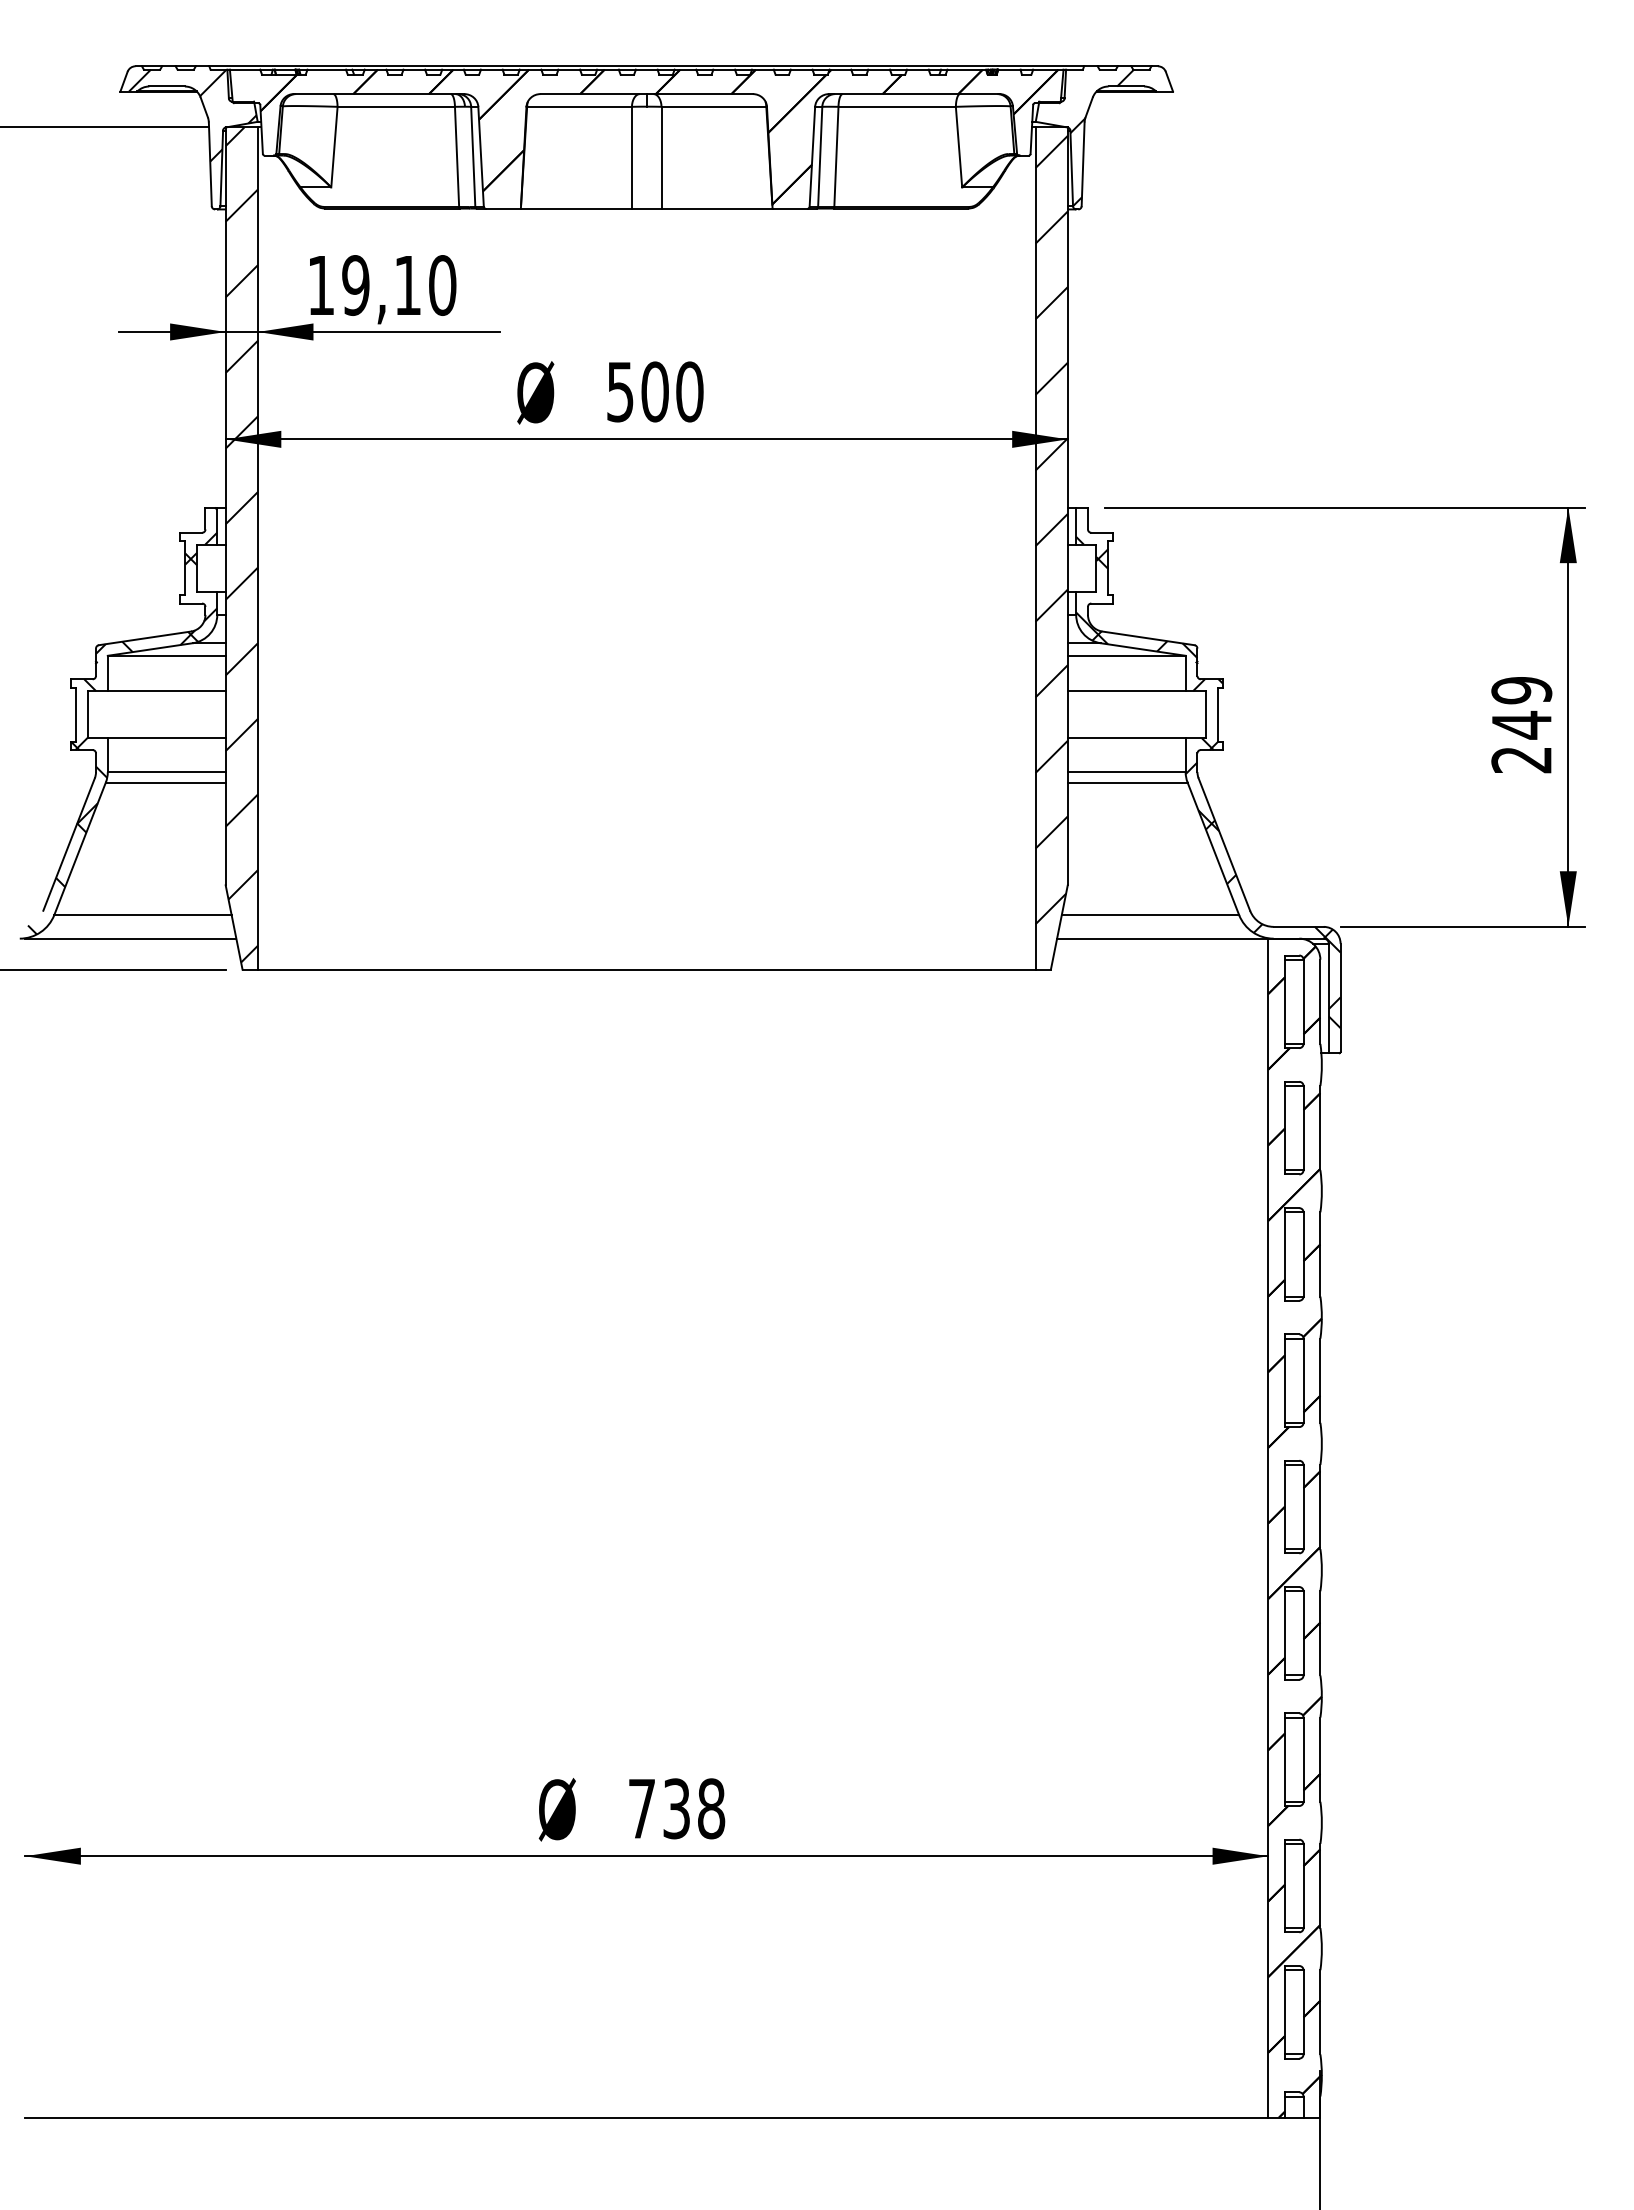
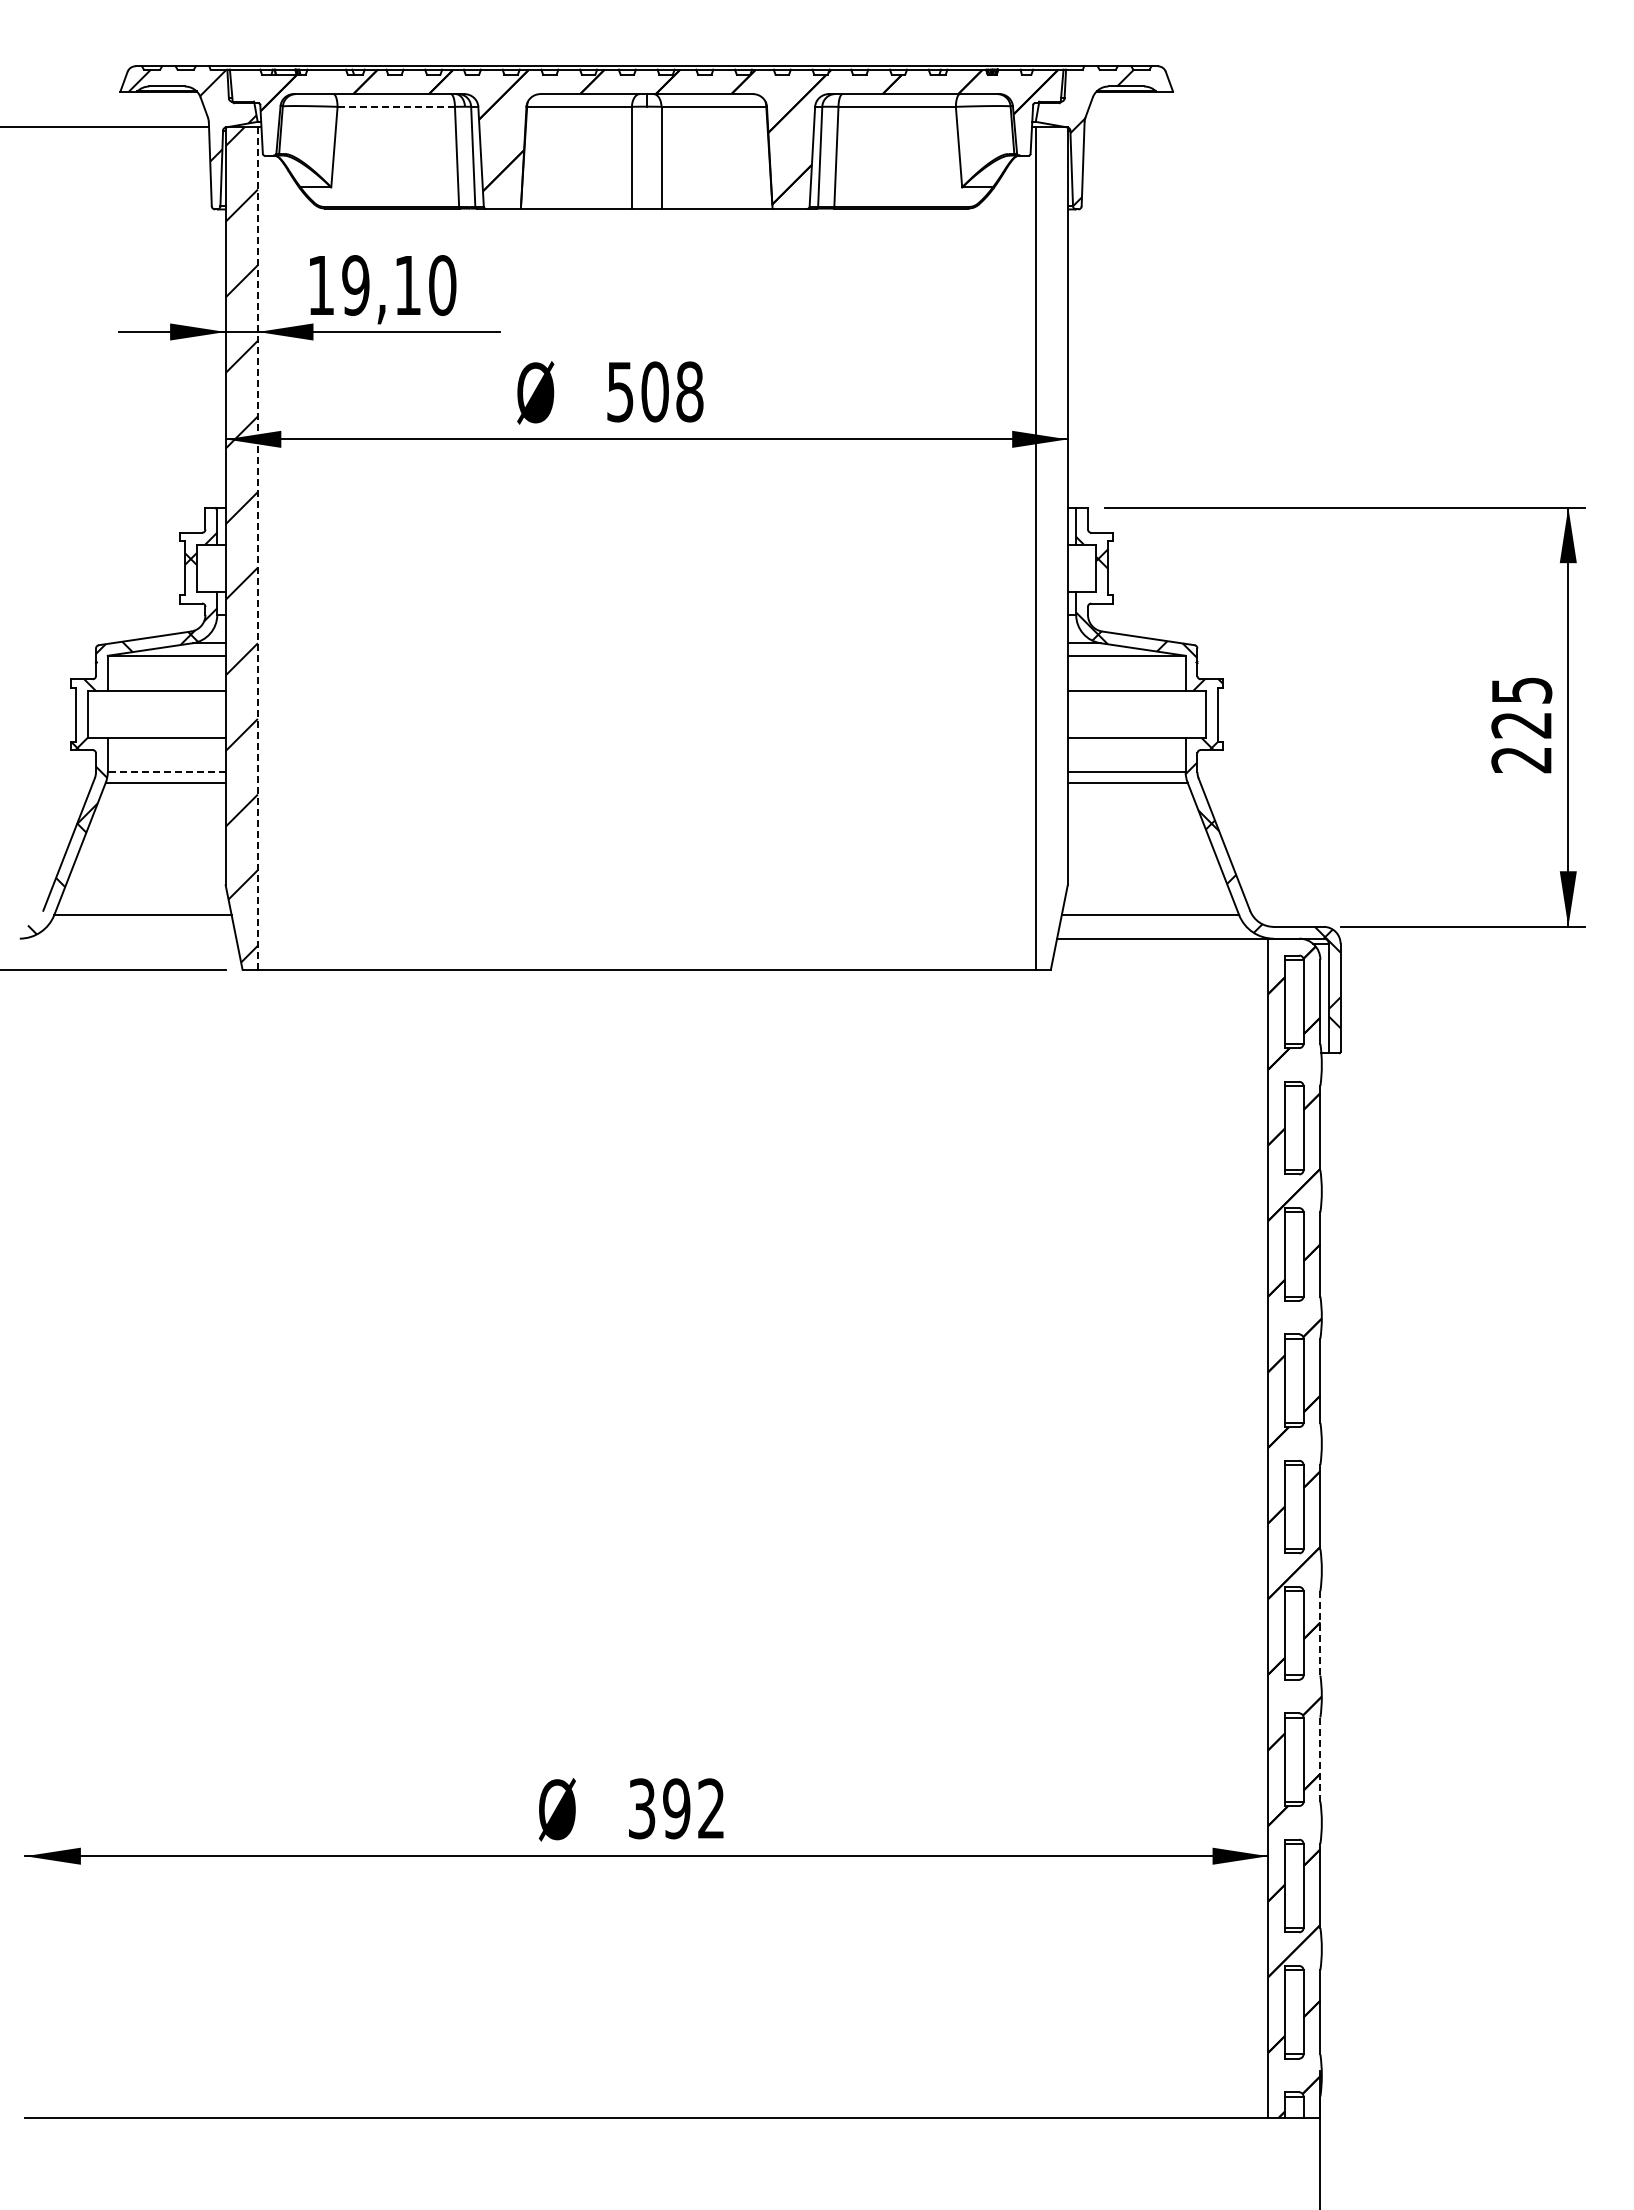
line at (396, 106): solid -> dashed
text at (689, 391): 500 -> 508
hatch at (1051, 529): present -> none
line at (257, 549): solid -> dashed
text at (1521, 708): 249 -> 225
line at (166, 772): solid -> dashed
line at (130, 938): present -> none
line at (1320, 1632): solid -> dashed
line at (1320, 1759): solid -> dashed
text at (677, 1808): 738 -> 392
